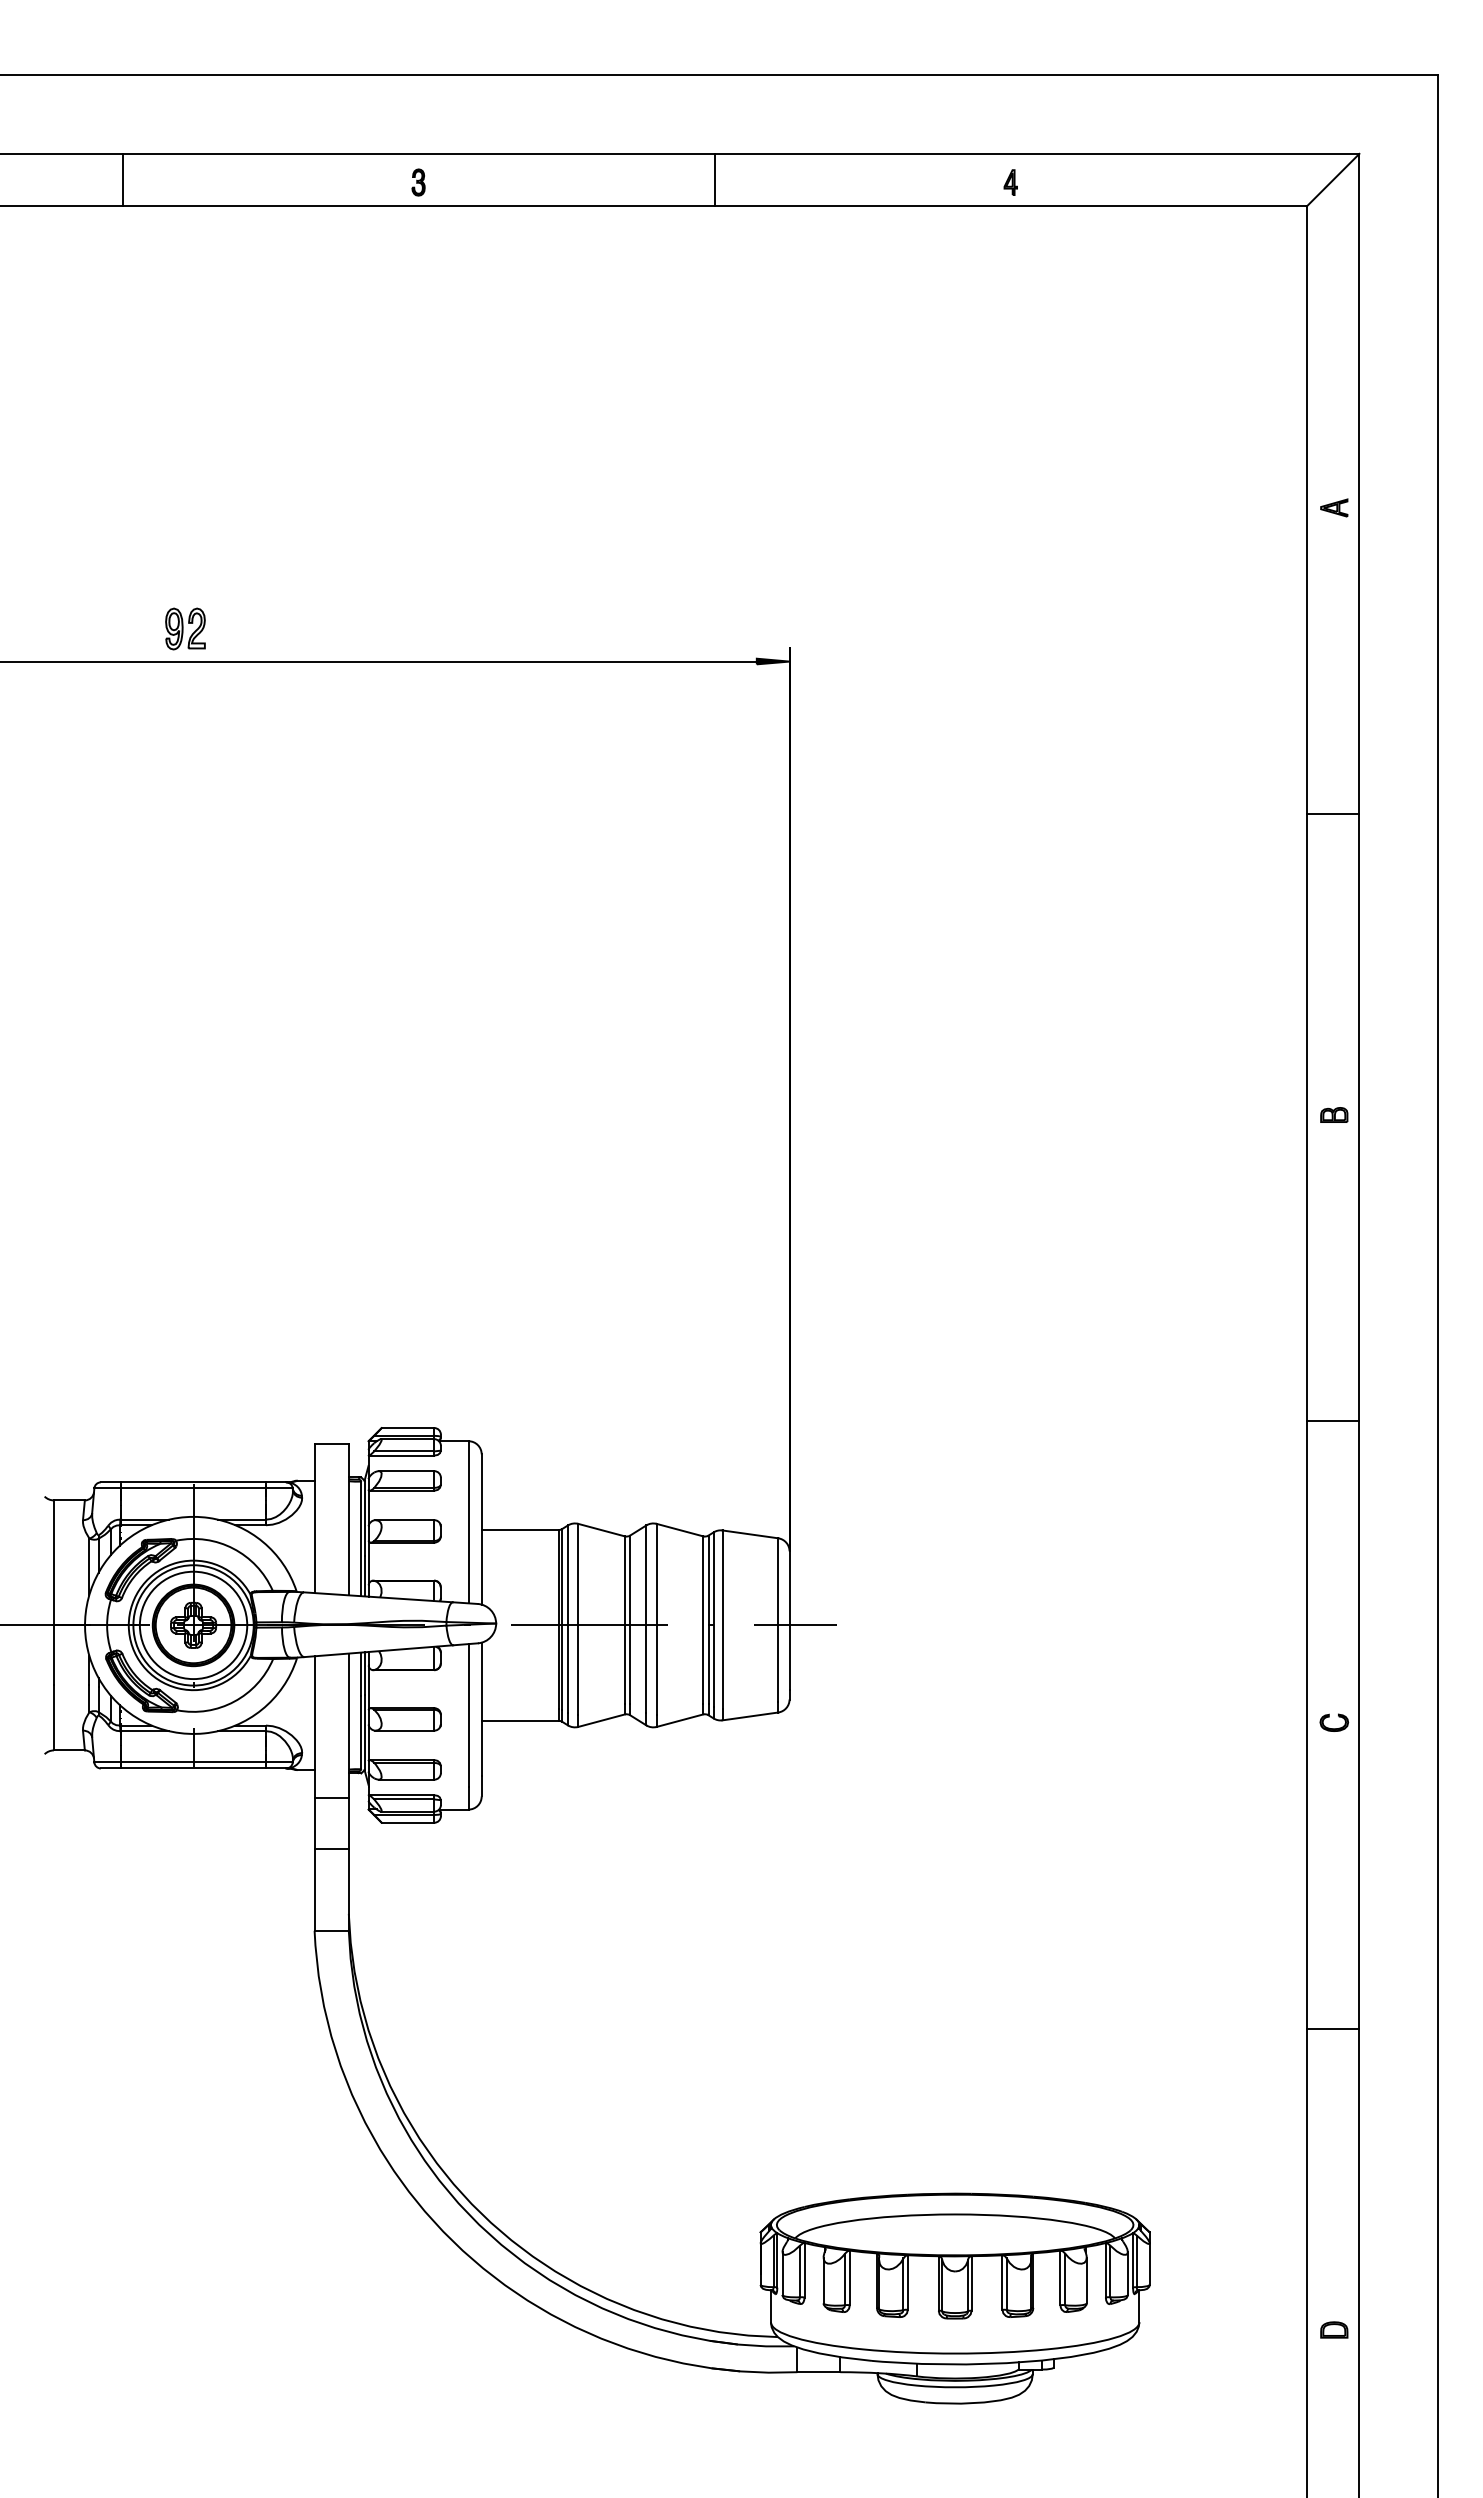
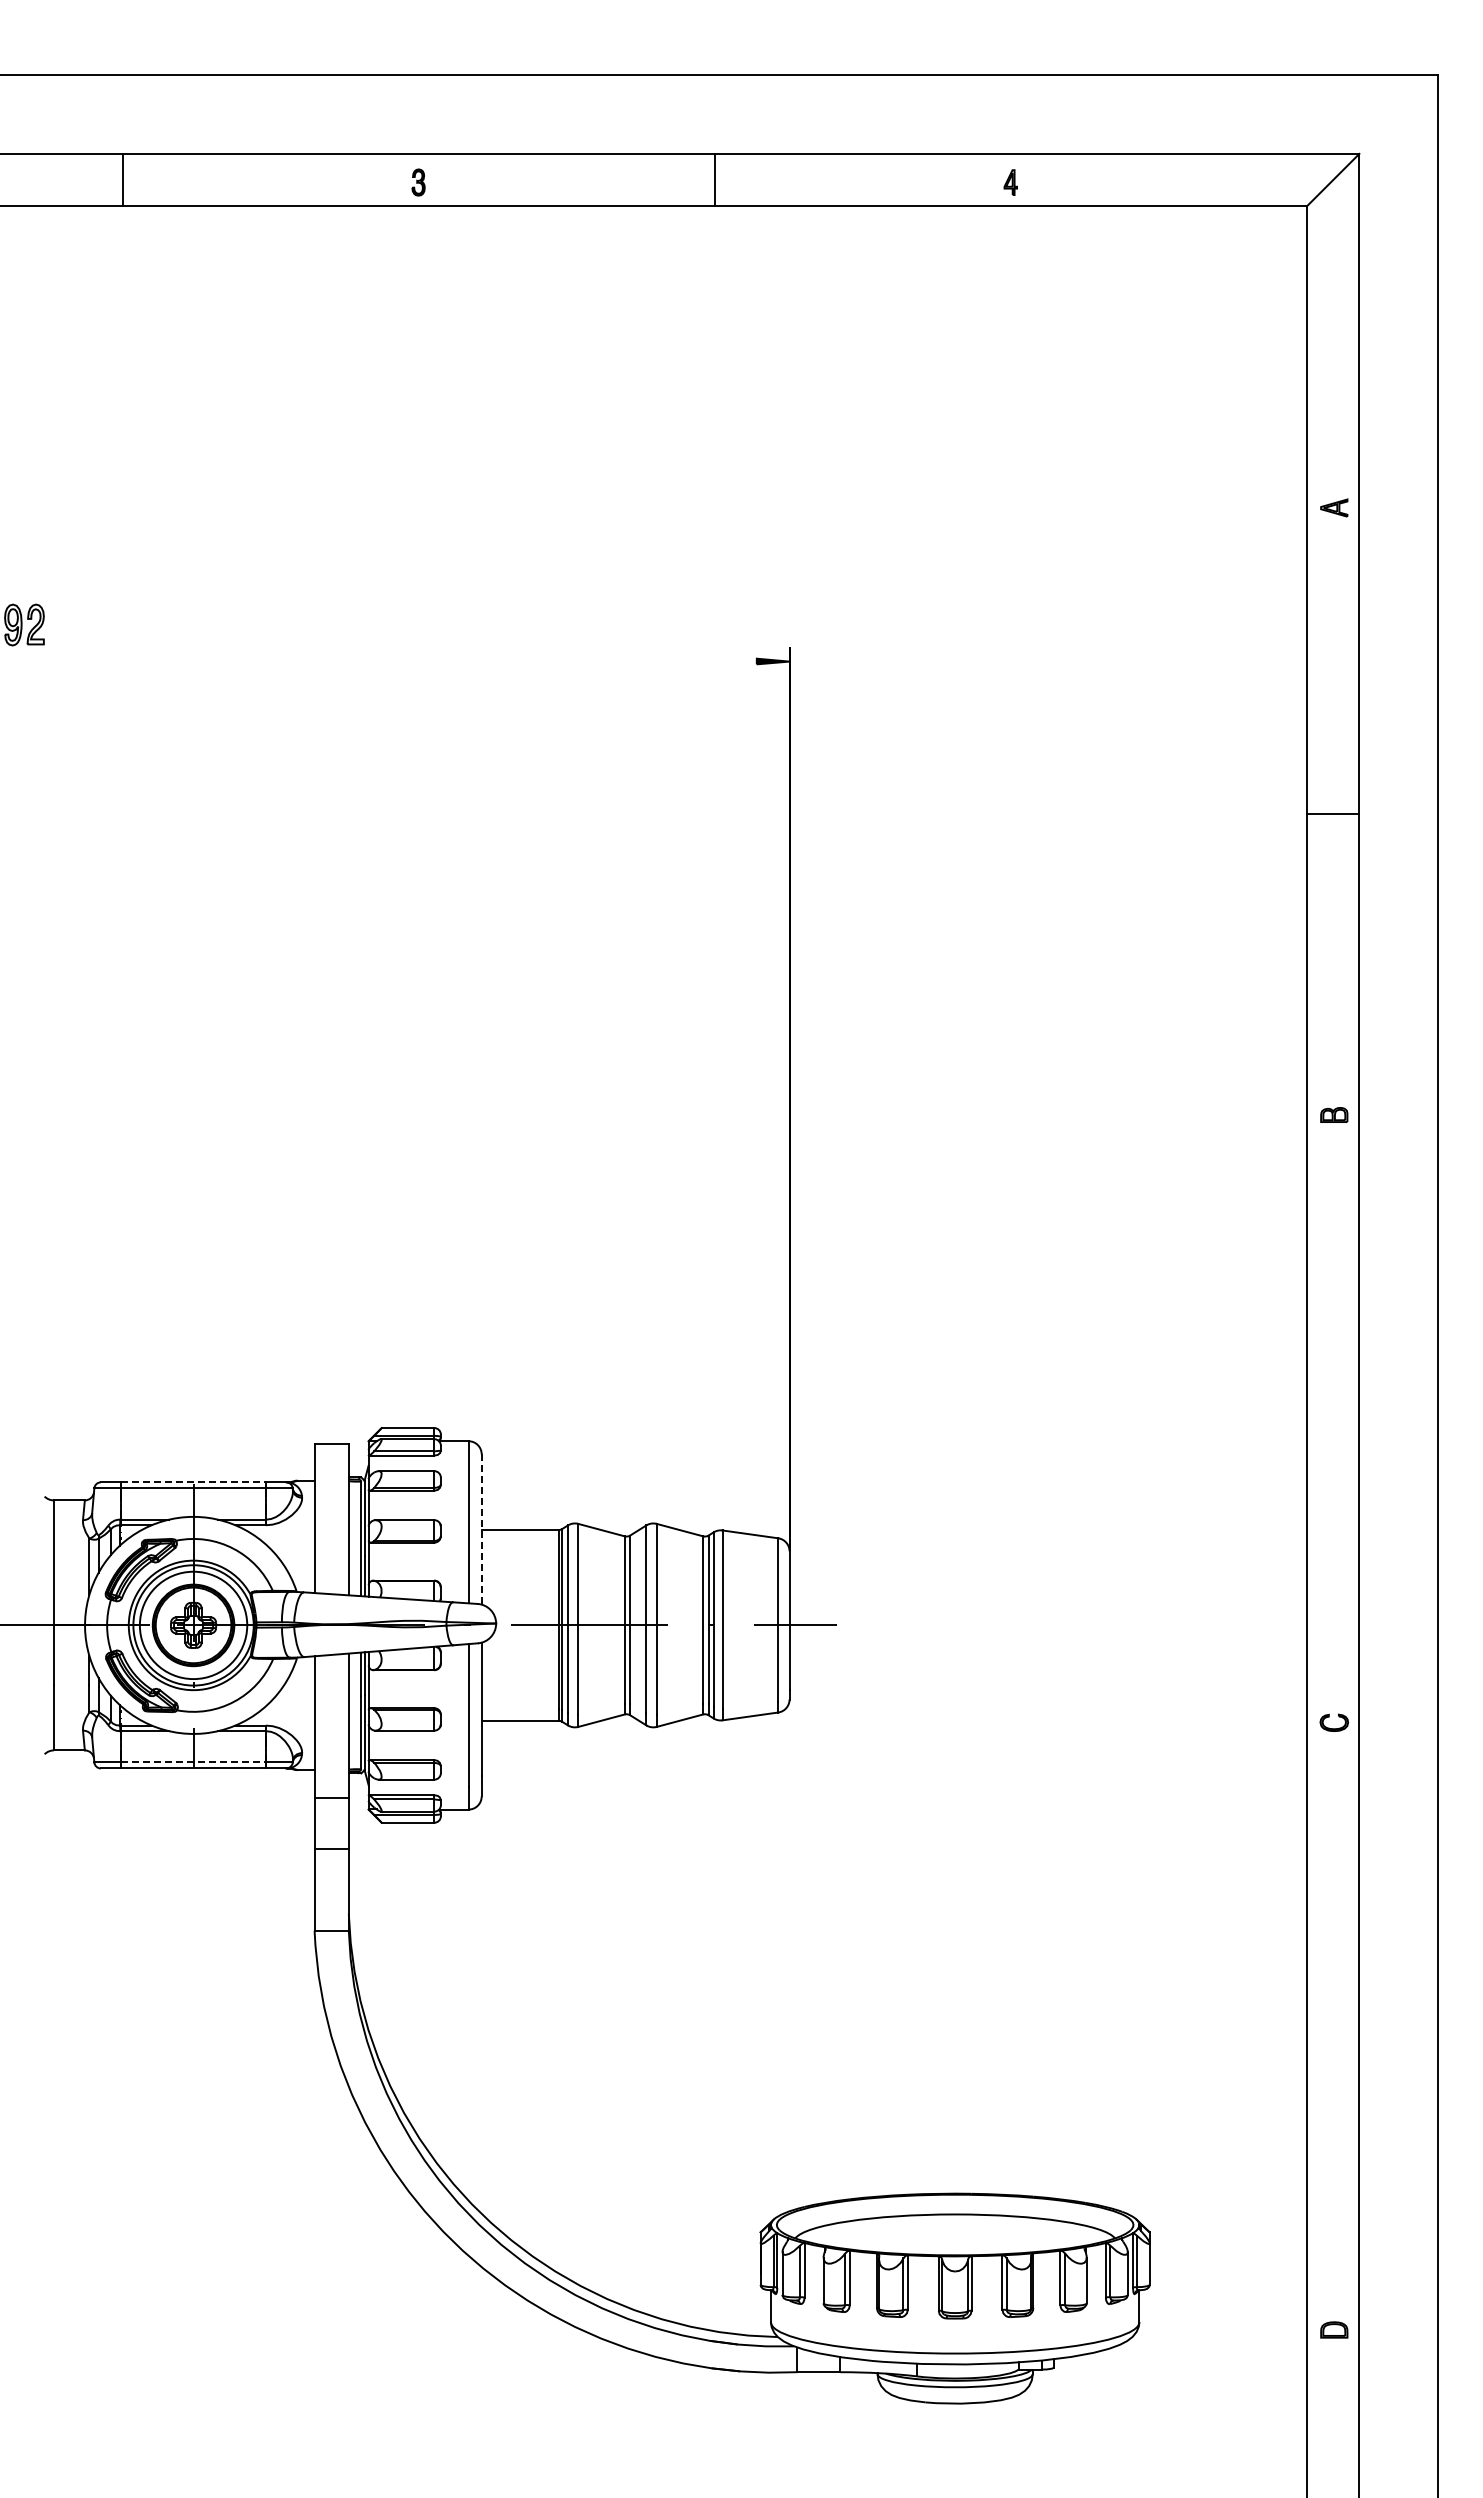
part at (185, 628) position: (185, 628) -> (24, 624)
line at (379, 661): present -> none
line at (1332, 1421): present -> none
line at (194, 1482): solid -> dashed
line at (481, 1530): solid -> dashed
line at (194, 1762): solid -> dashed
line at (1332, 2028): present -> none
